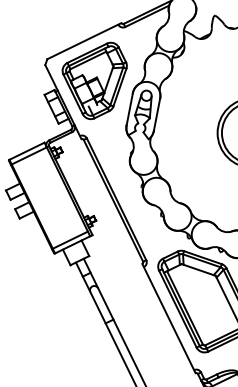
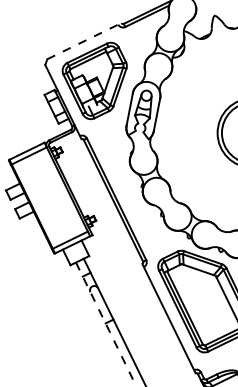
line at (84, 40): solid -> dashed
line at (106, 324): solid -> dashed
